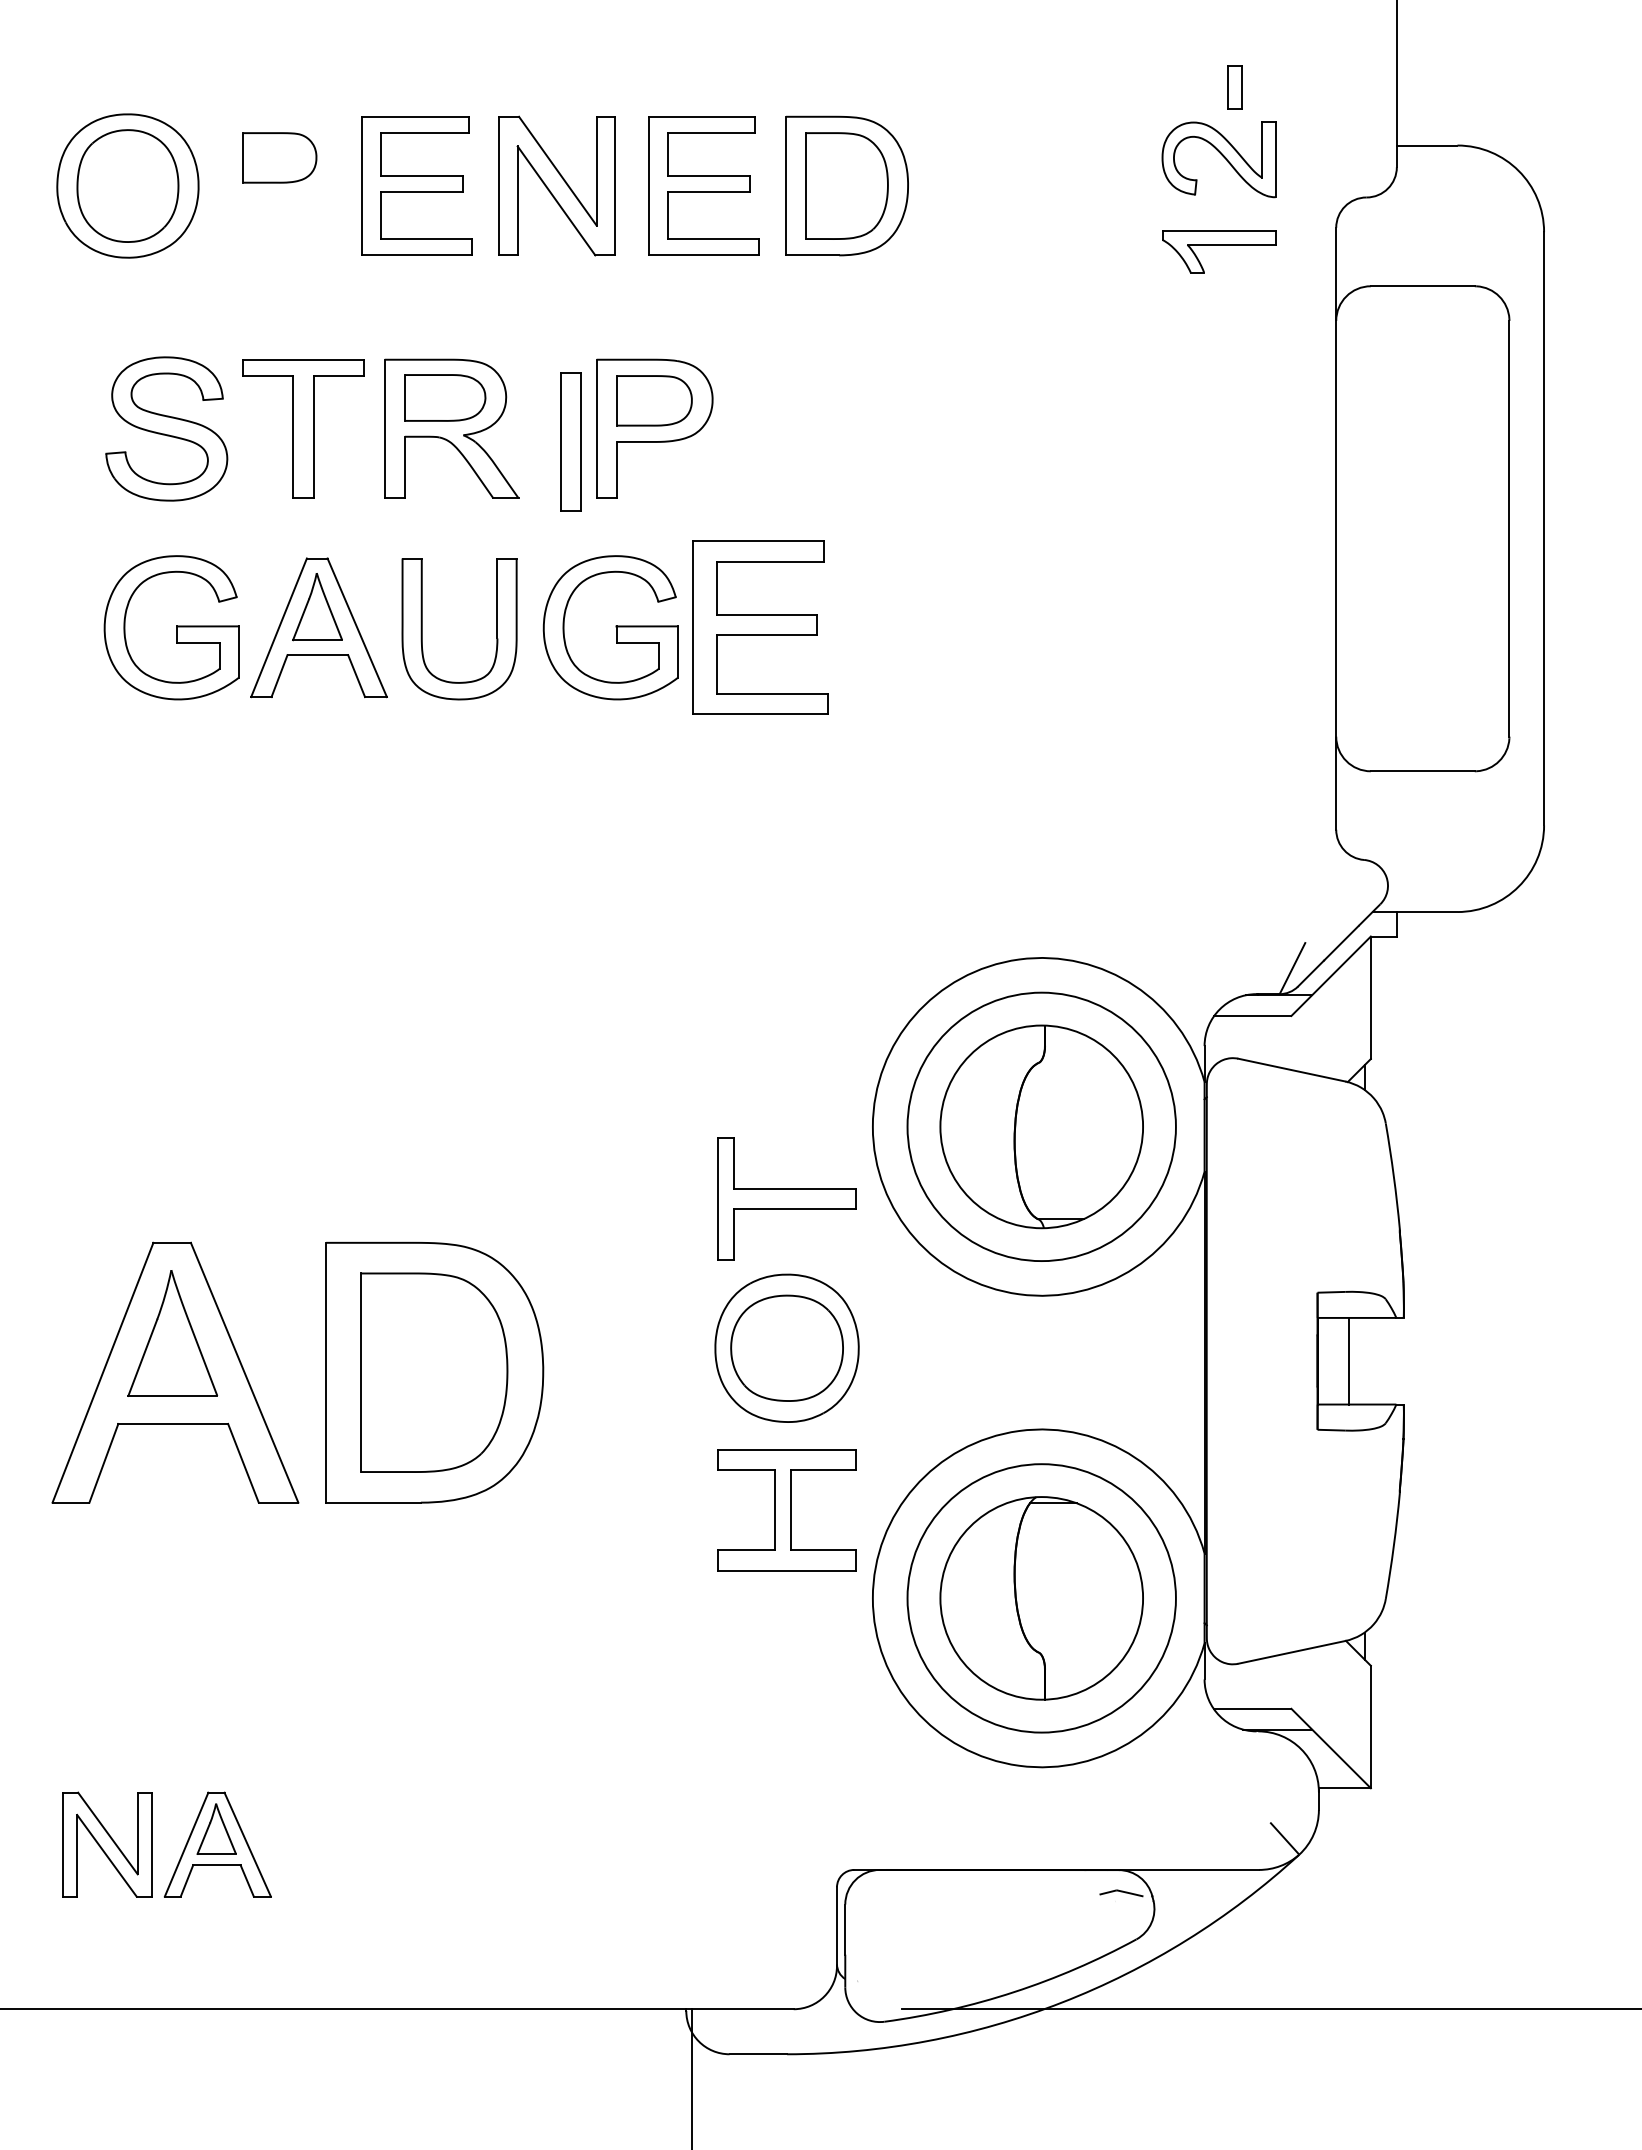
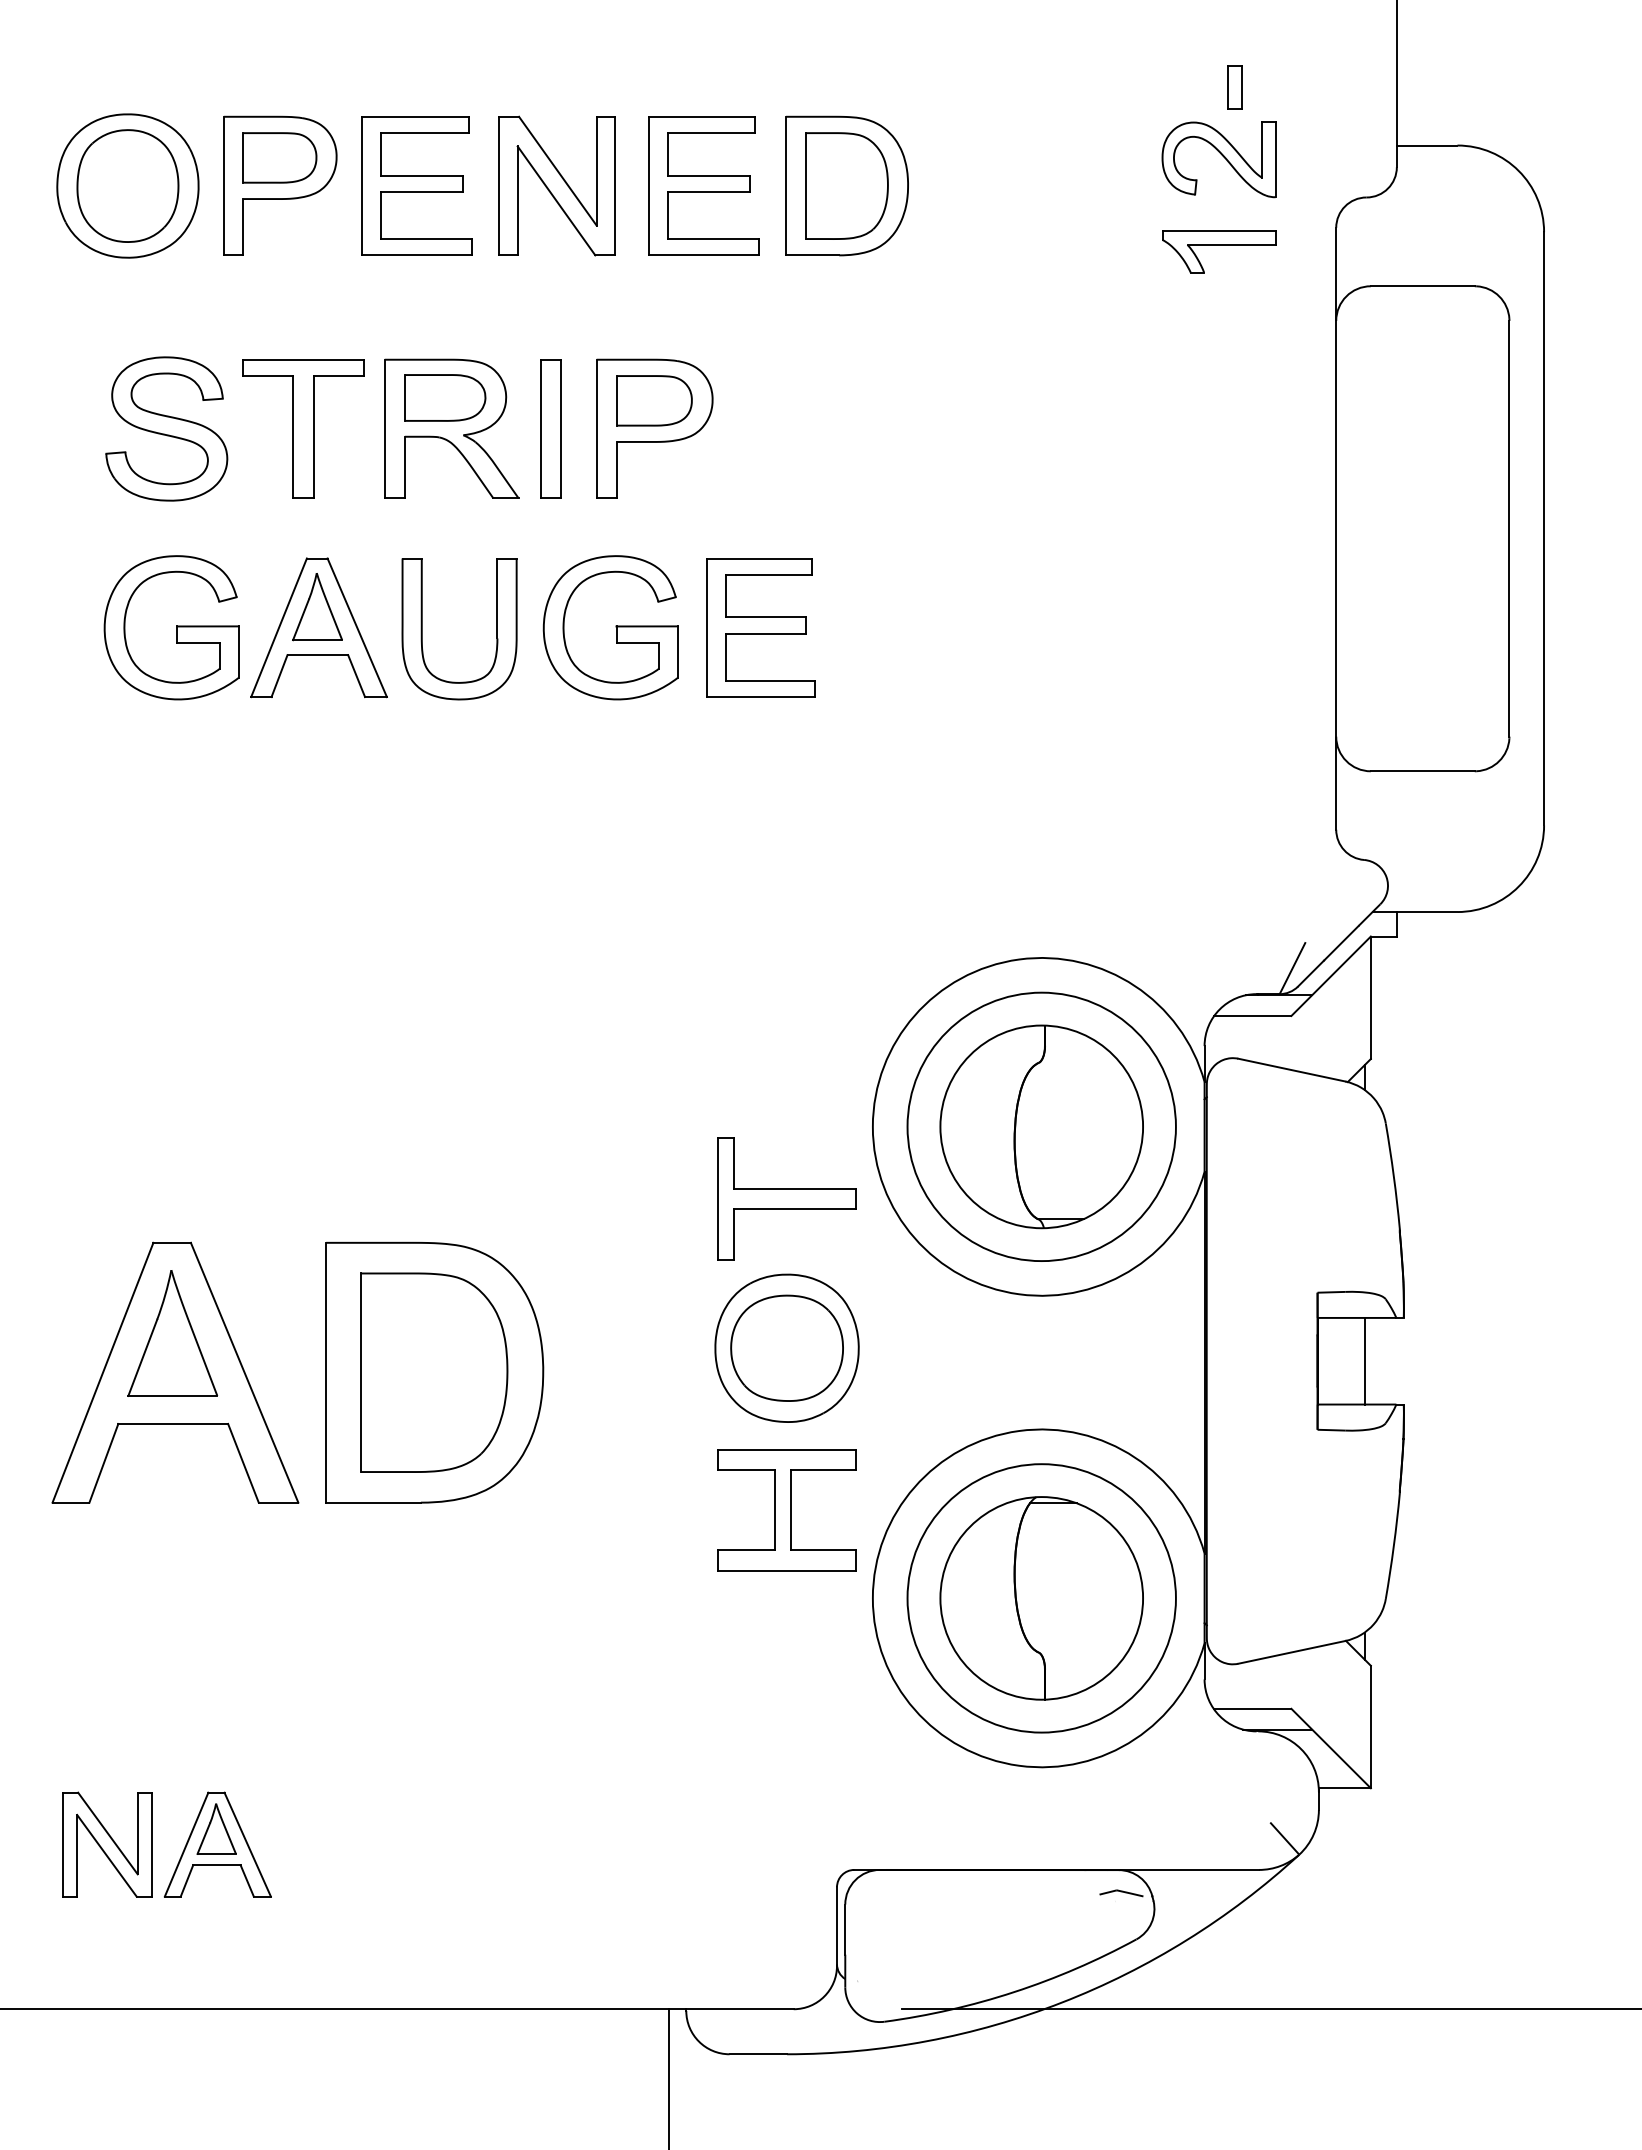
part at (280, 185): none -> present
part at (570, 441) position: (570, 441) -> (550, 428)
part at (760, 627) size: 137x175 px -> 110x140 px
line at (1348, 1360) position: (1348, 1360) -> (1364, 1360)
line at (692, 2077) position: (692, 2077) -> (669, 2077)
